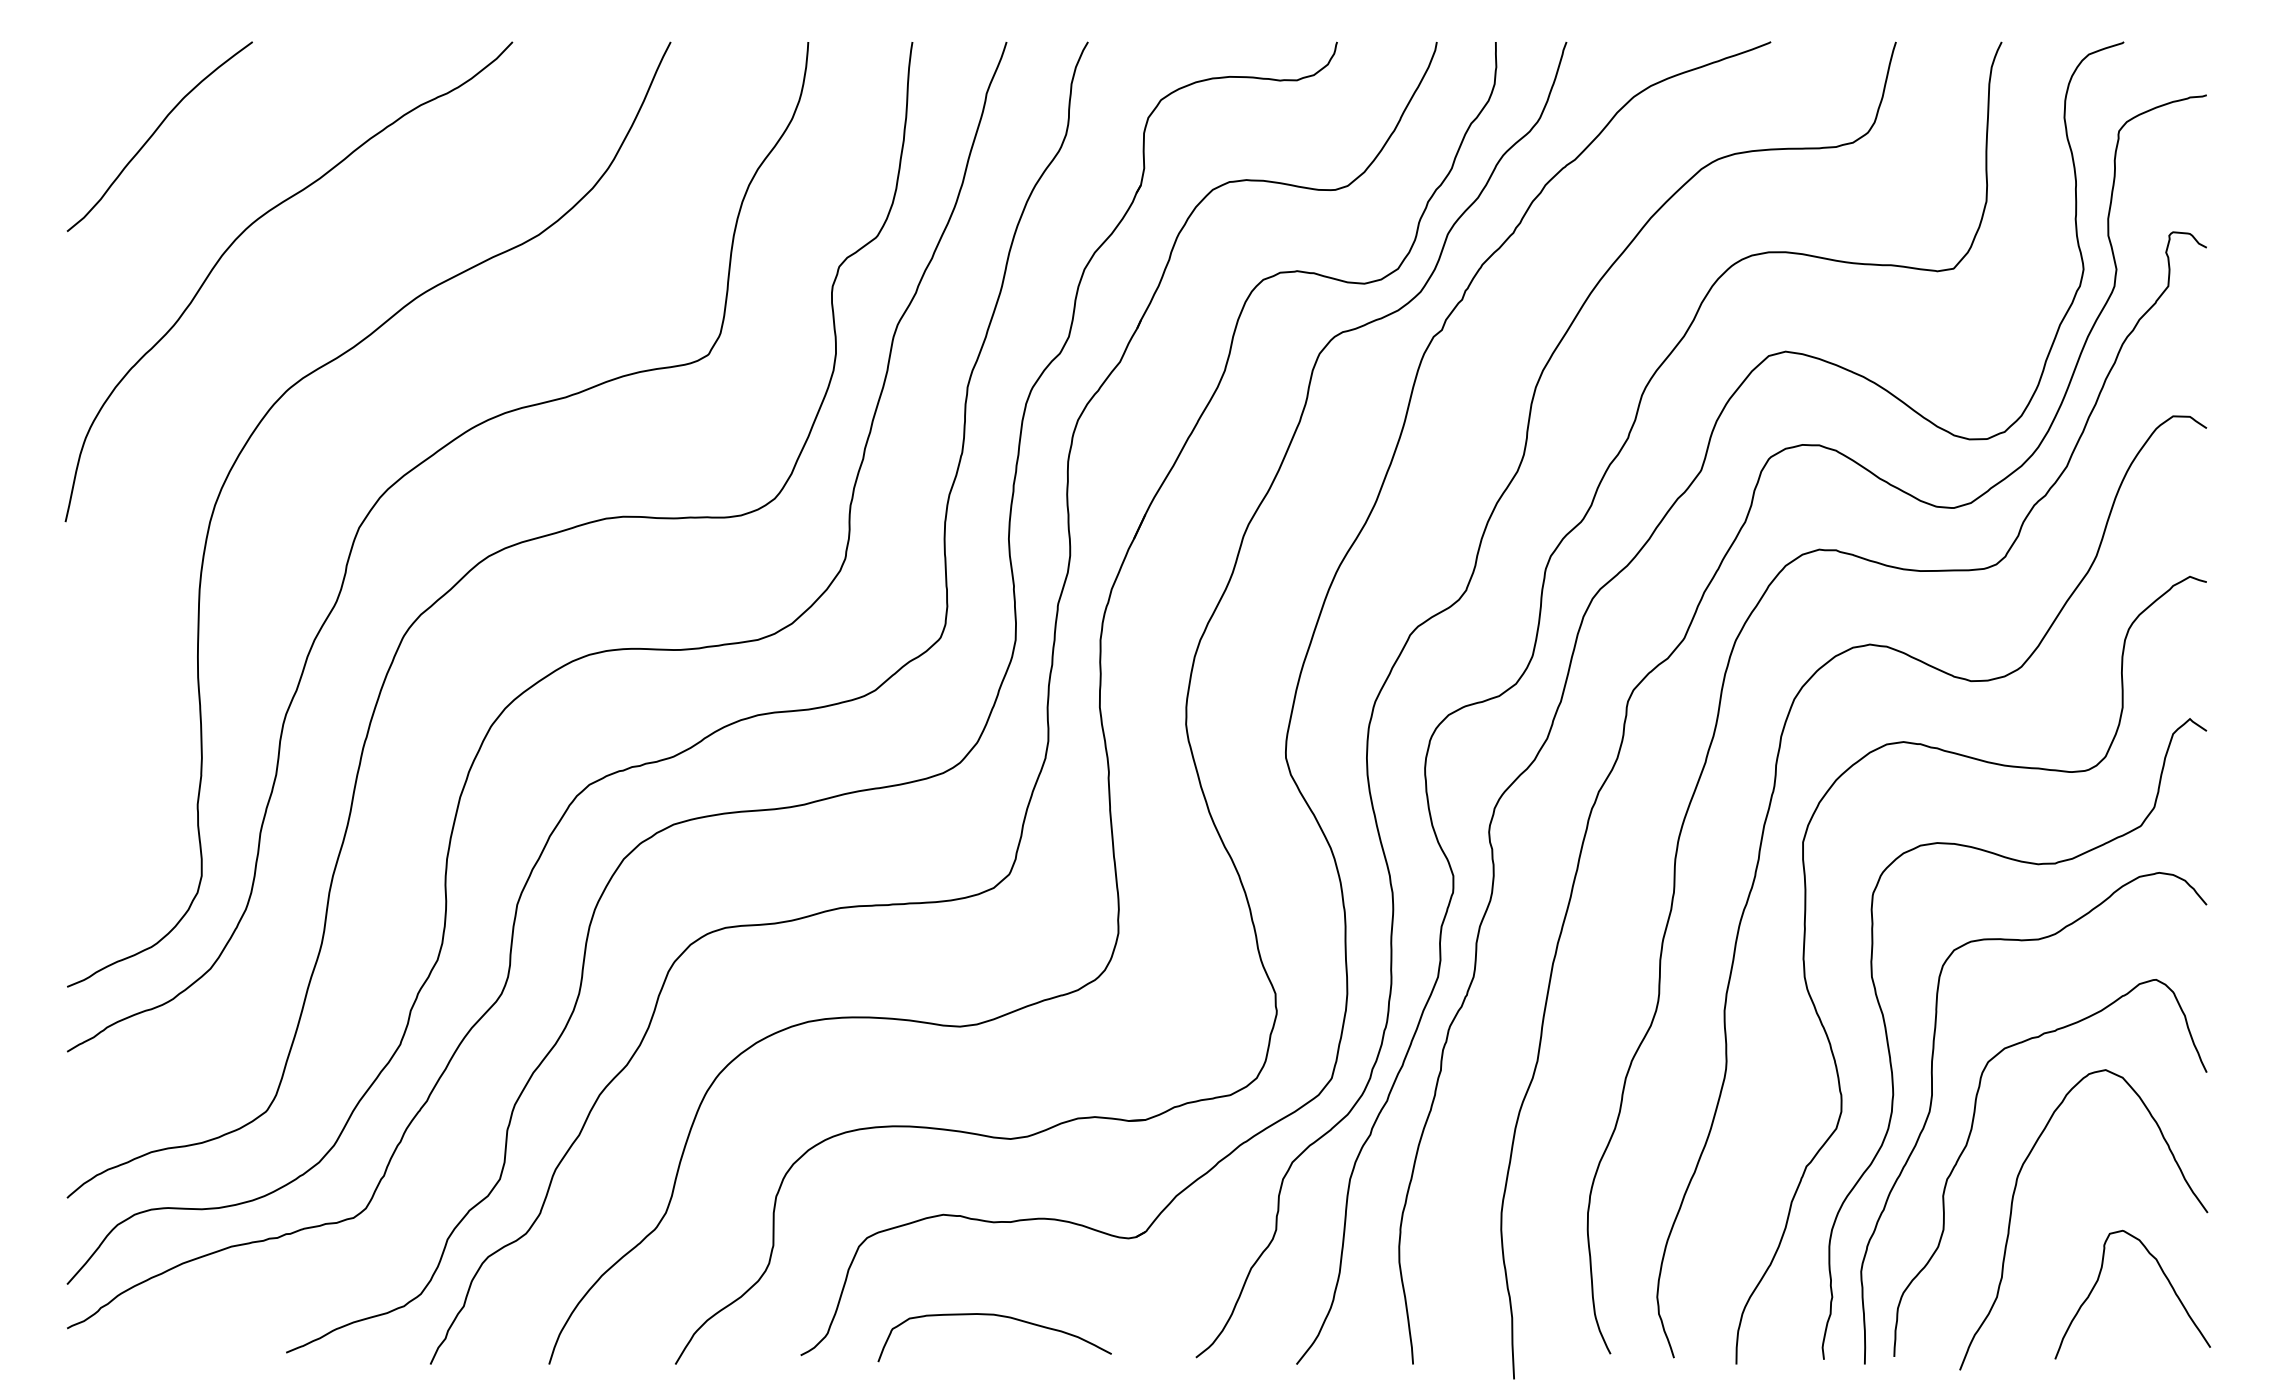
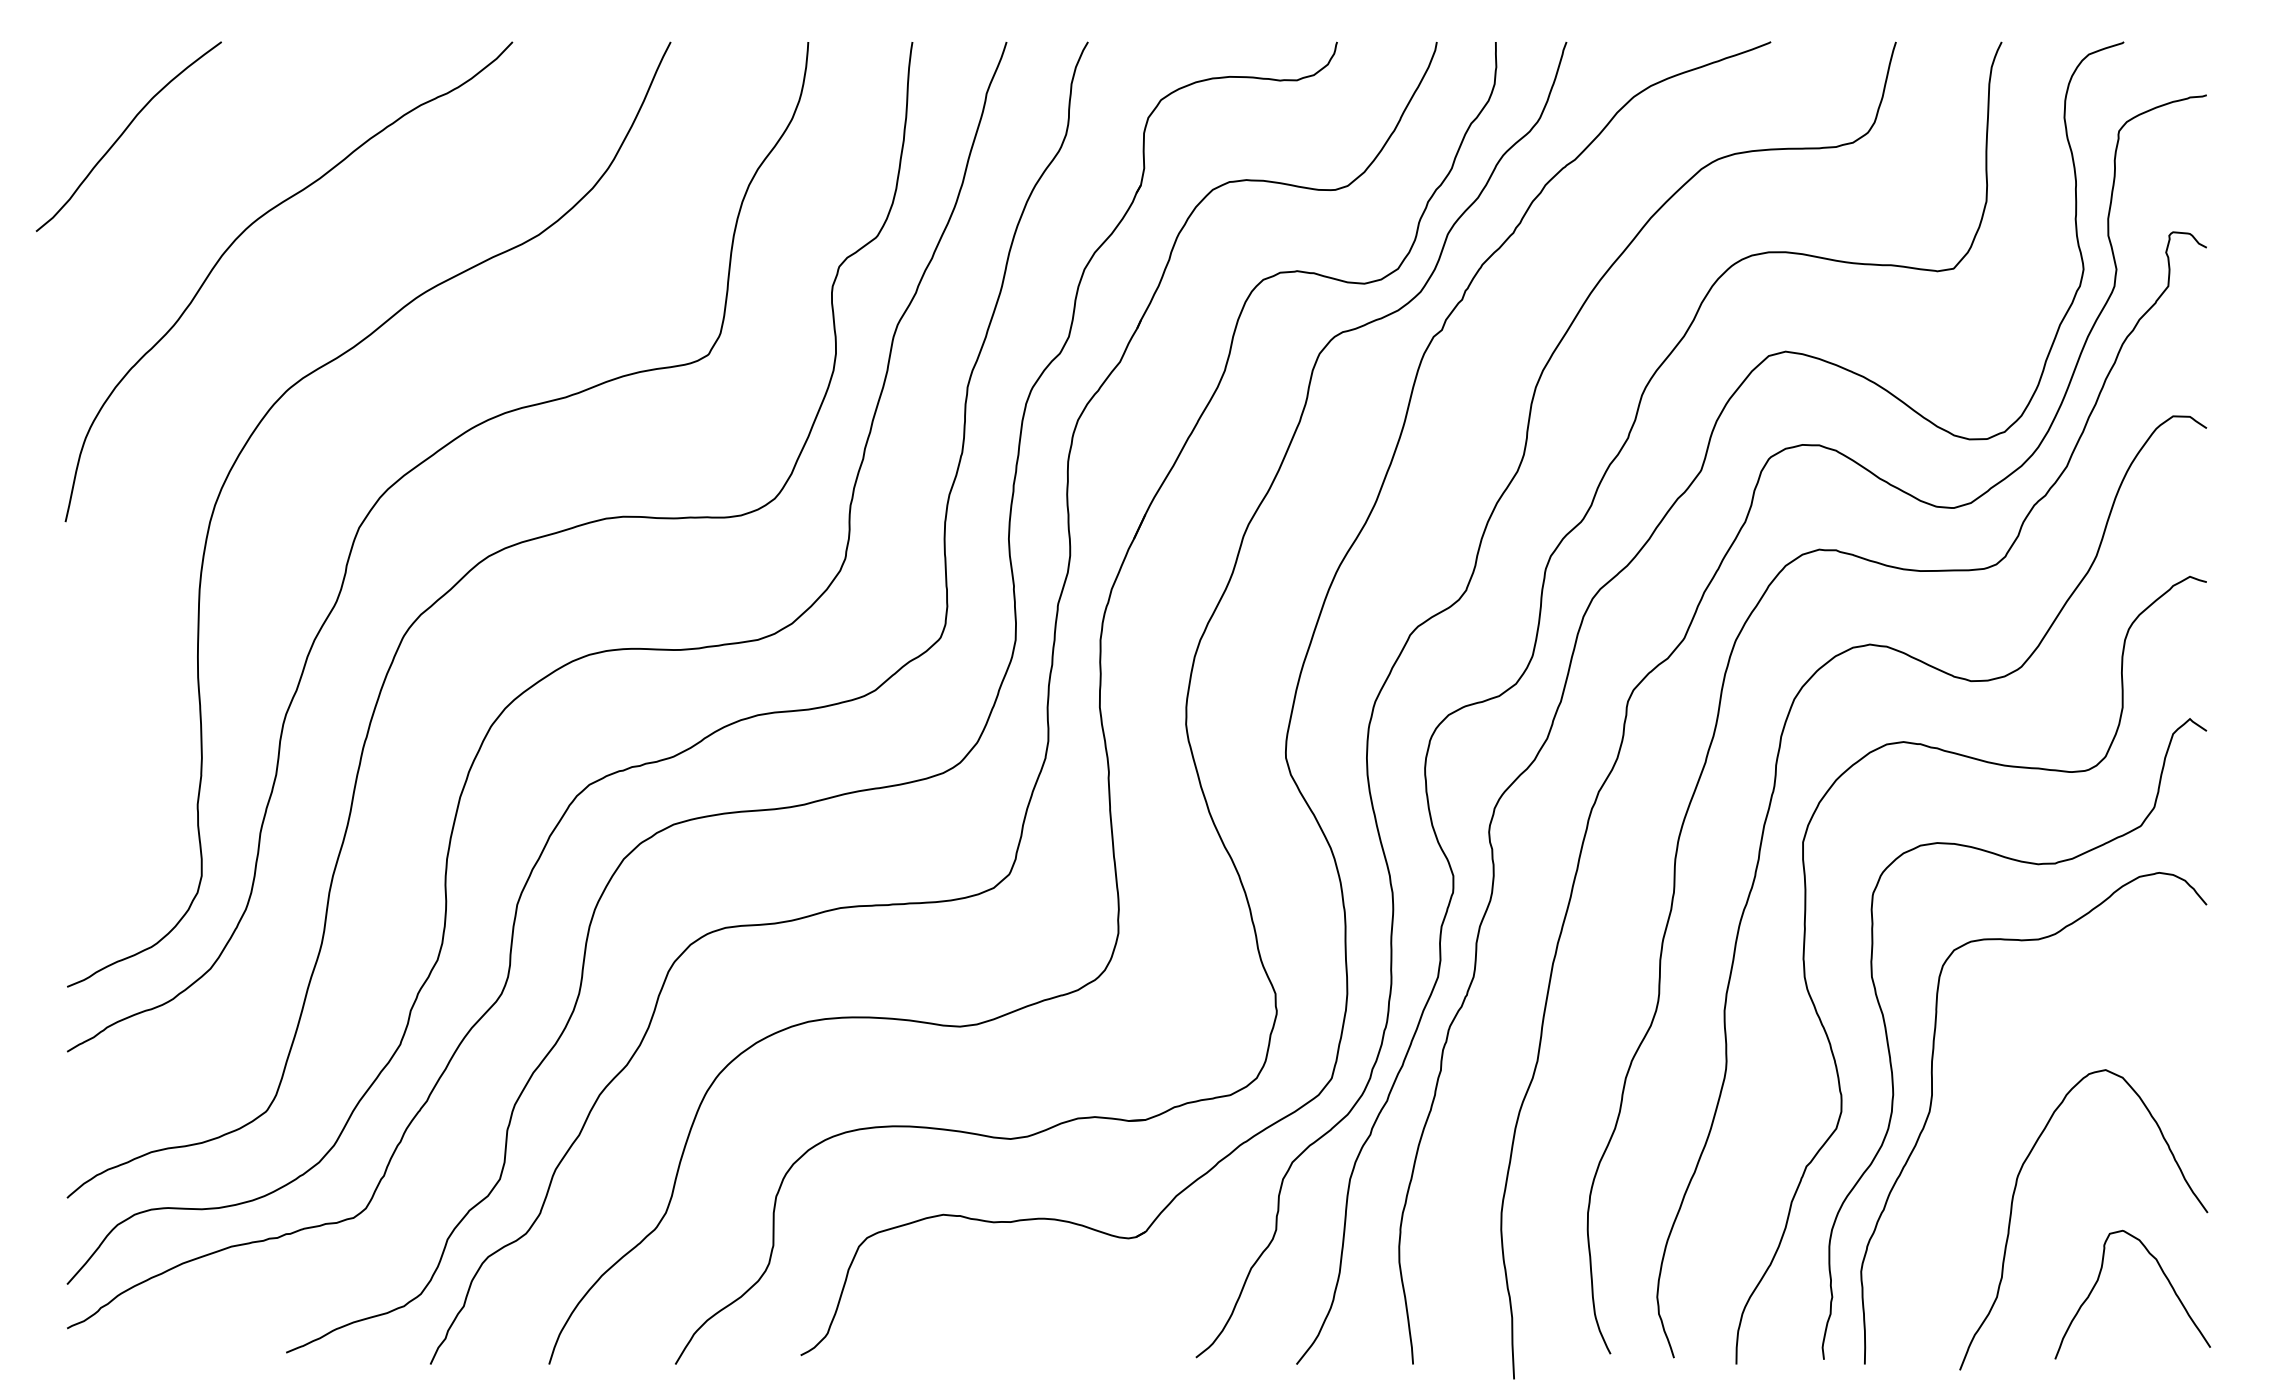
curve at (154, 134) position: (154, 134) -> (123, 134)
curve at (1969, 1139): present -> none
curve at (997, 1316): present -> none
